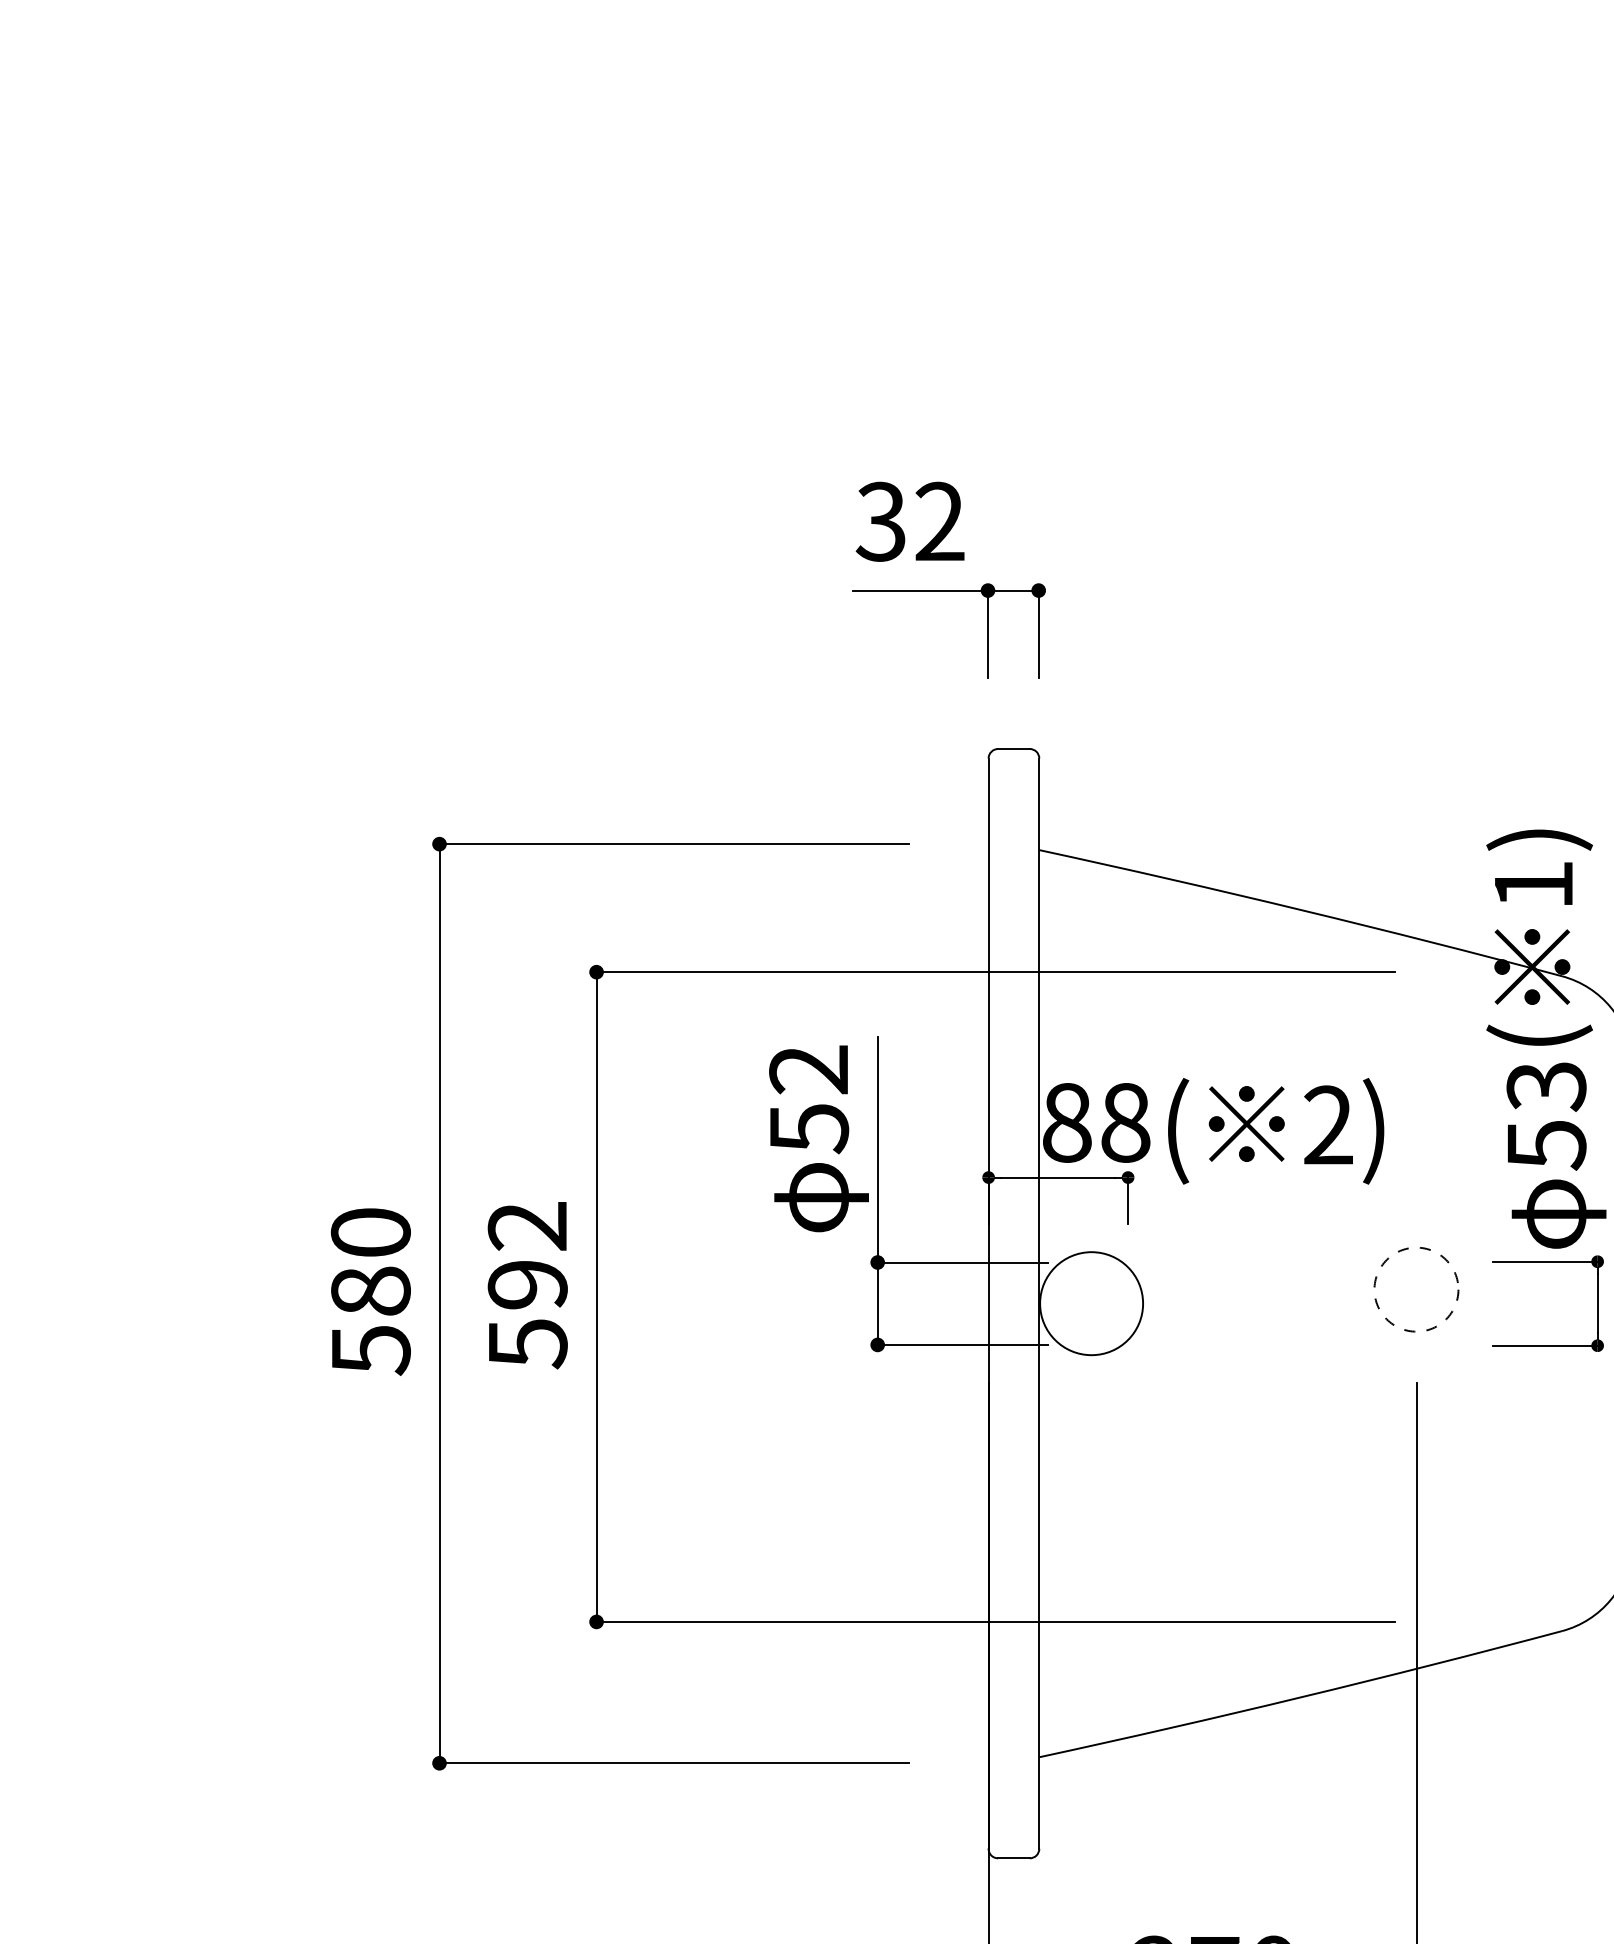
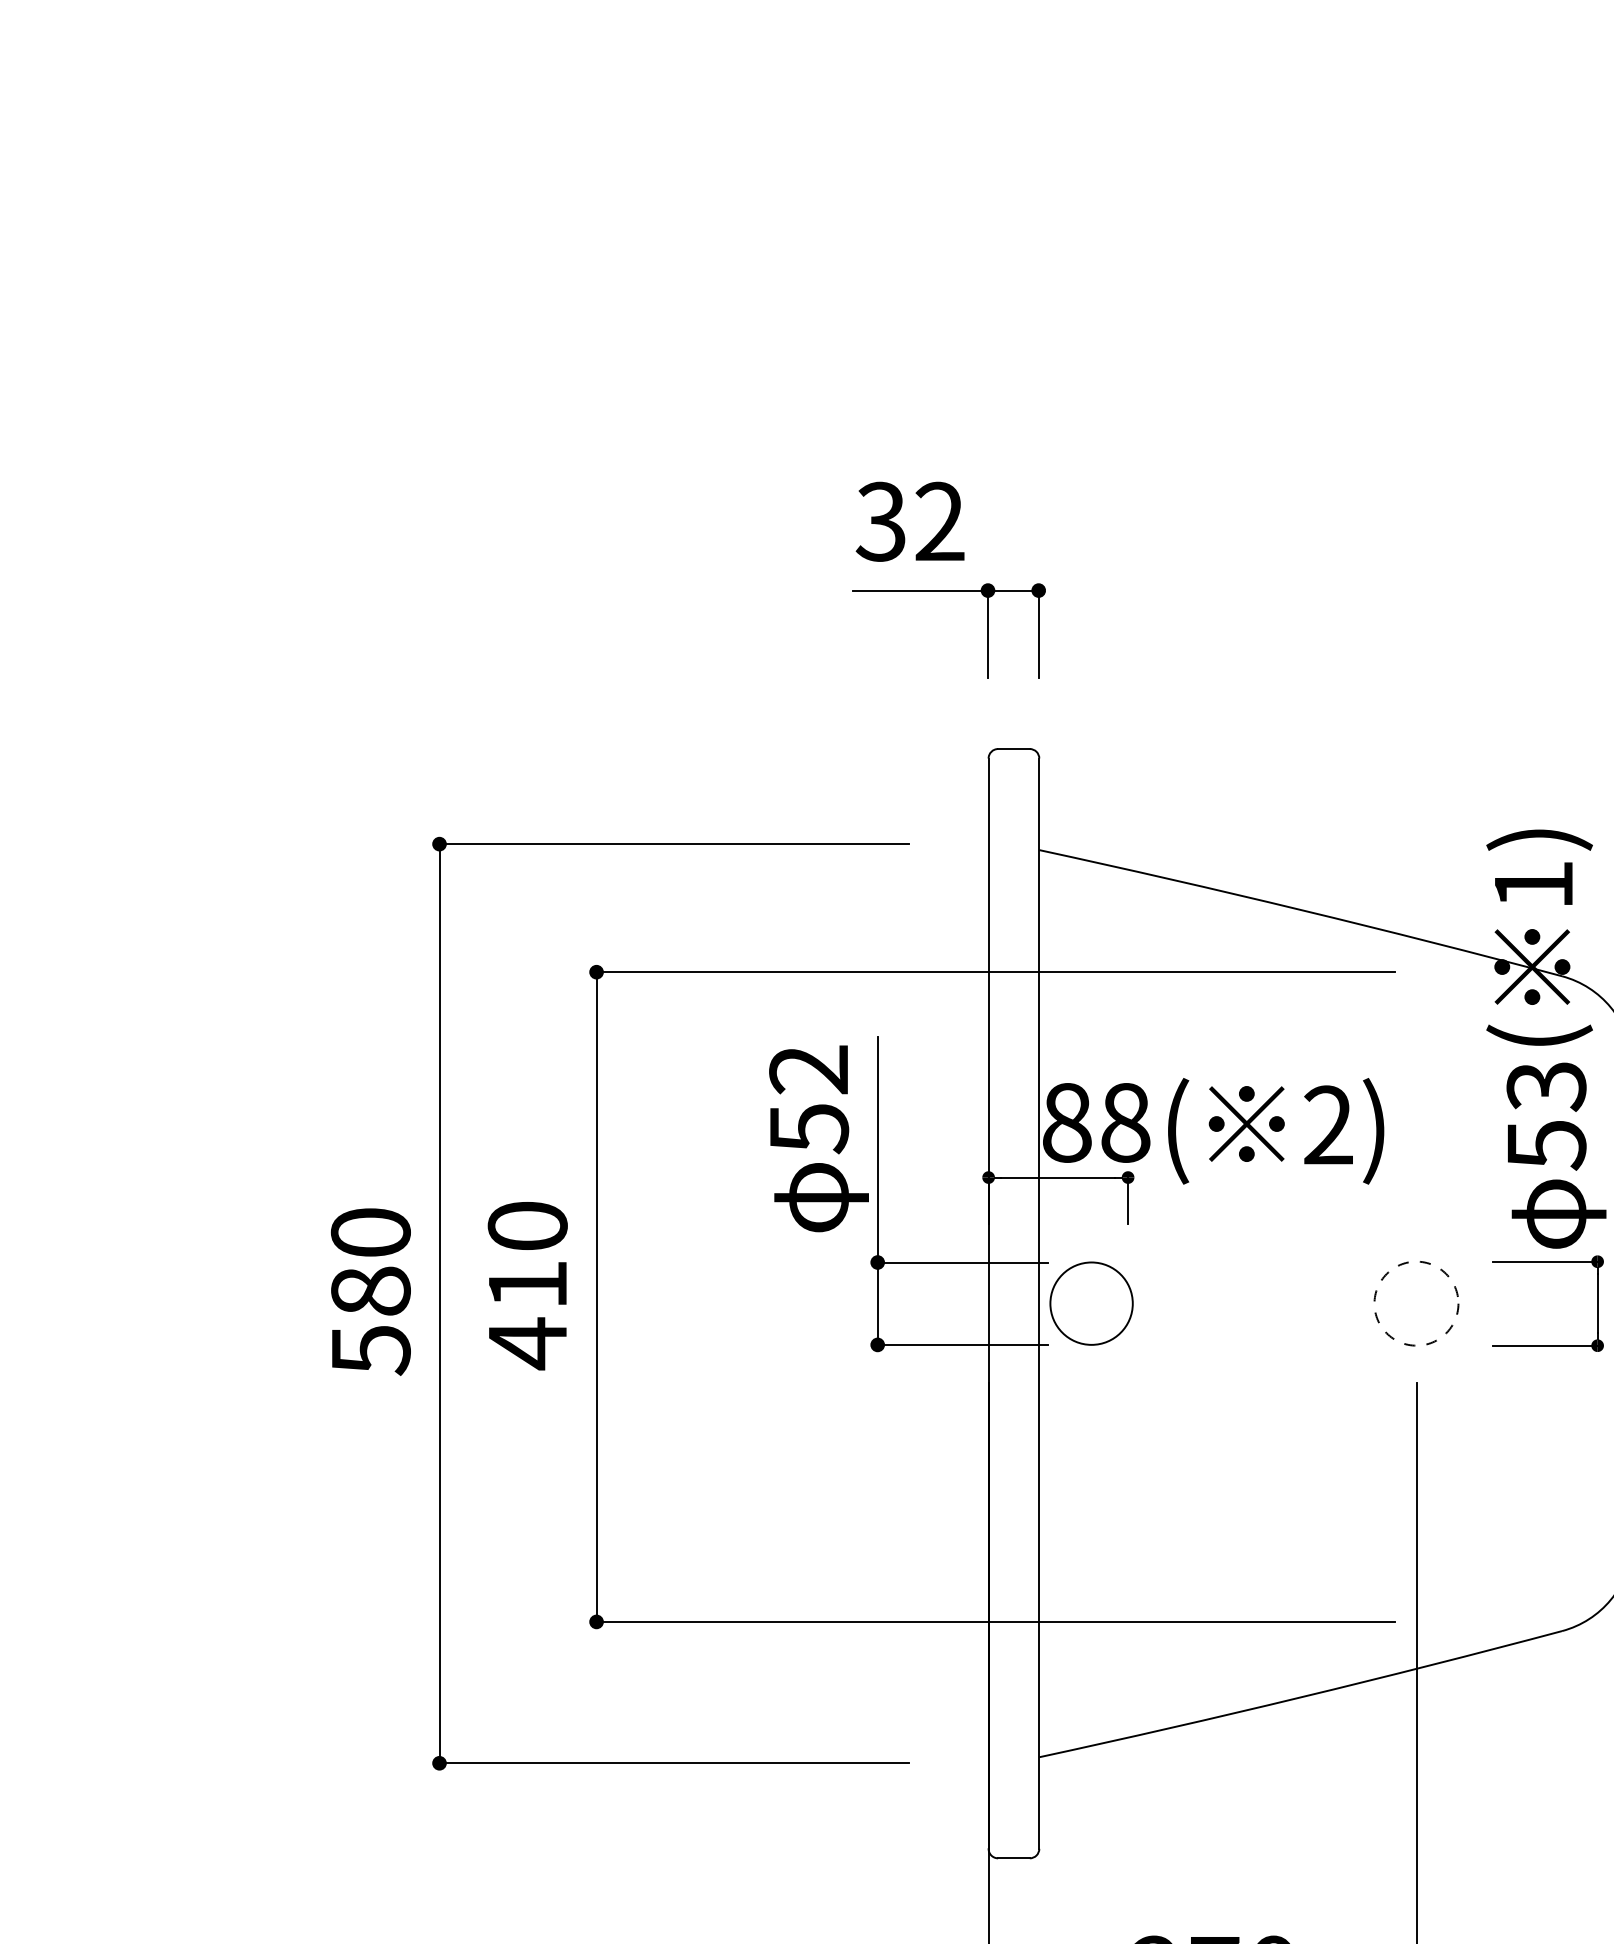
text at (527, 1286): 592 -> 410
circle at (1416, 1289) position: (1416, 1289) -> (1416, 1303)
circle at (1091, 1303) diameter: 103 px -> 82 px
